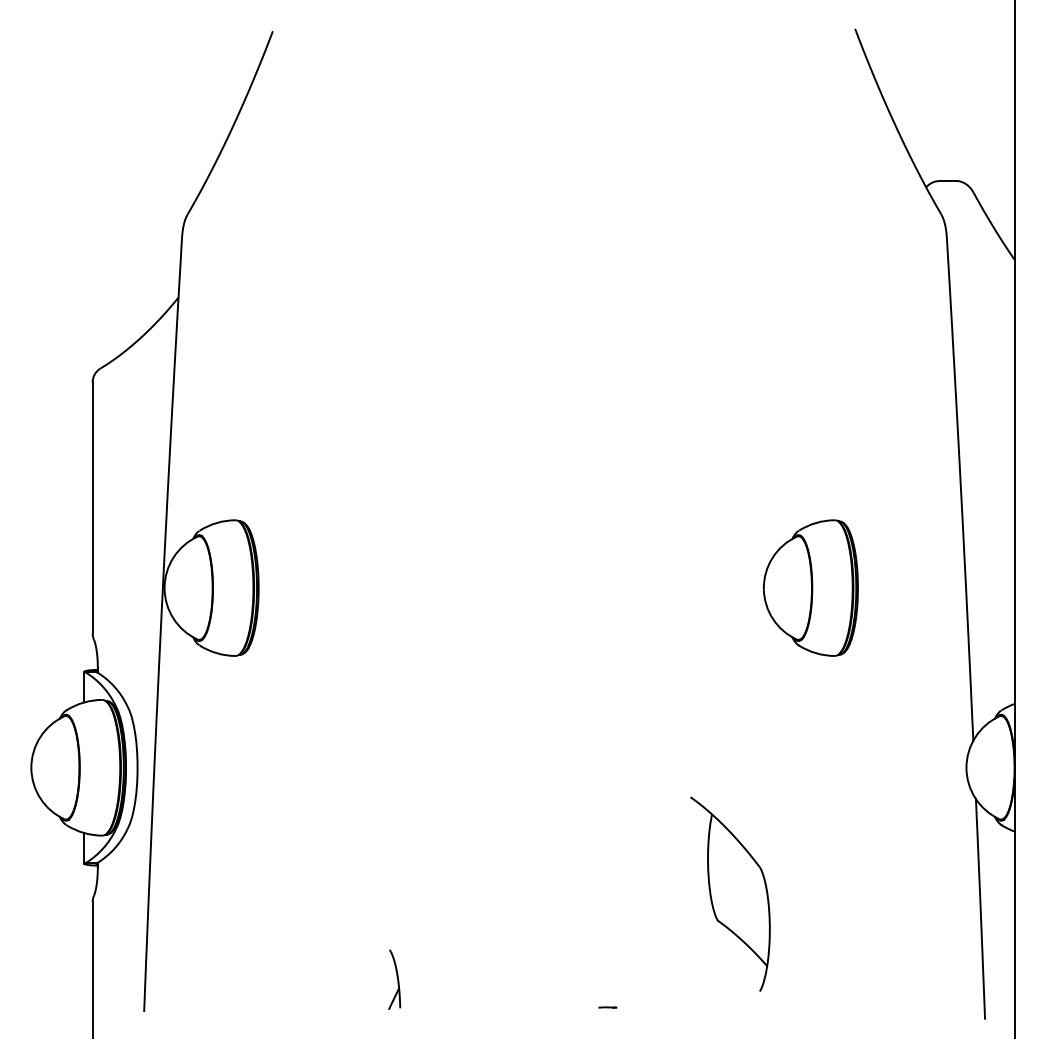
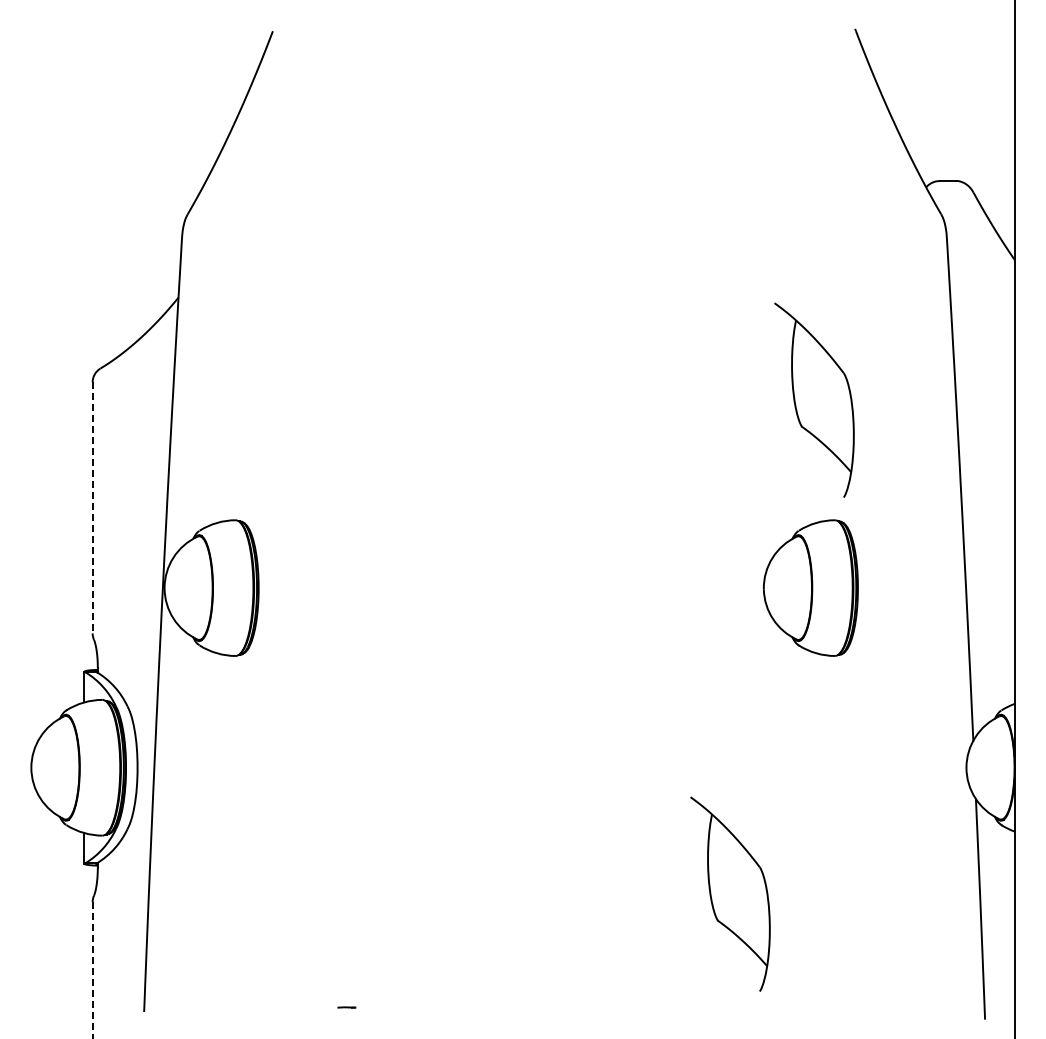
part at (814, 399): none -> present
line at (92, 507): solid -> dashed
line at (92, 970): solid -> dashed
part at (394, 979): present -> none
line at (607, 1007) position: (607, 1007) -> (346, 1007)
